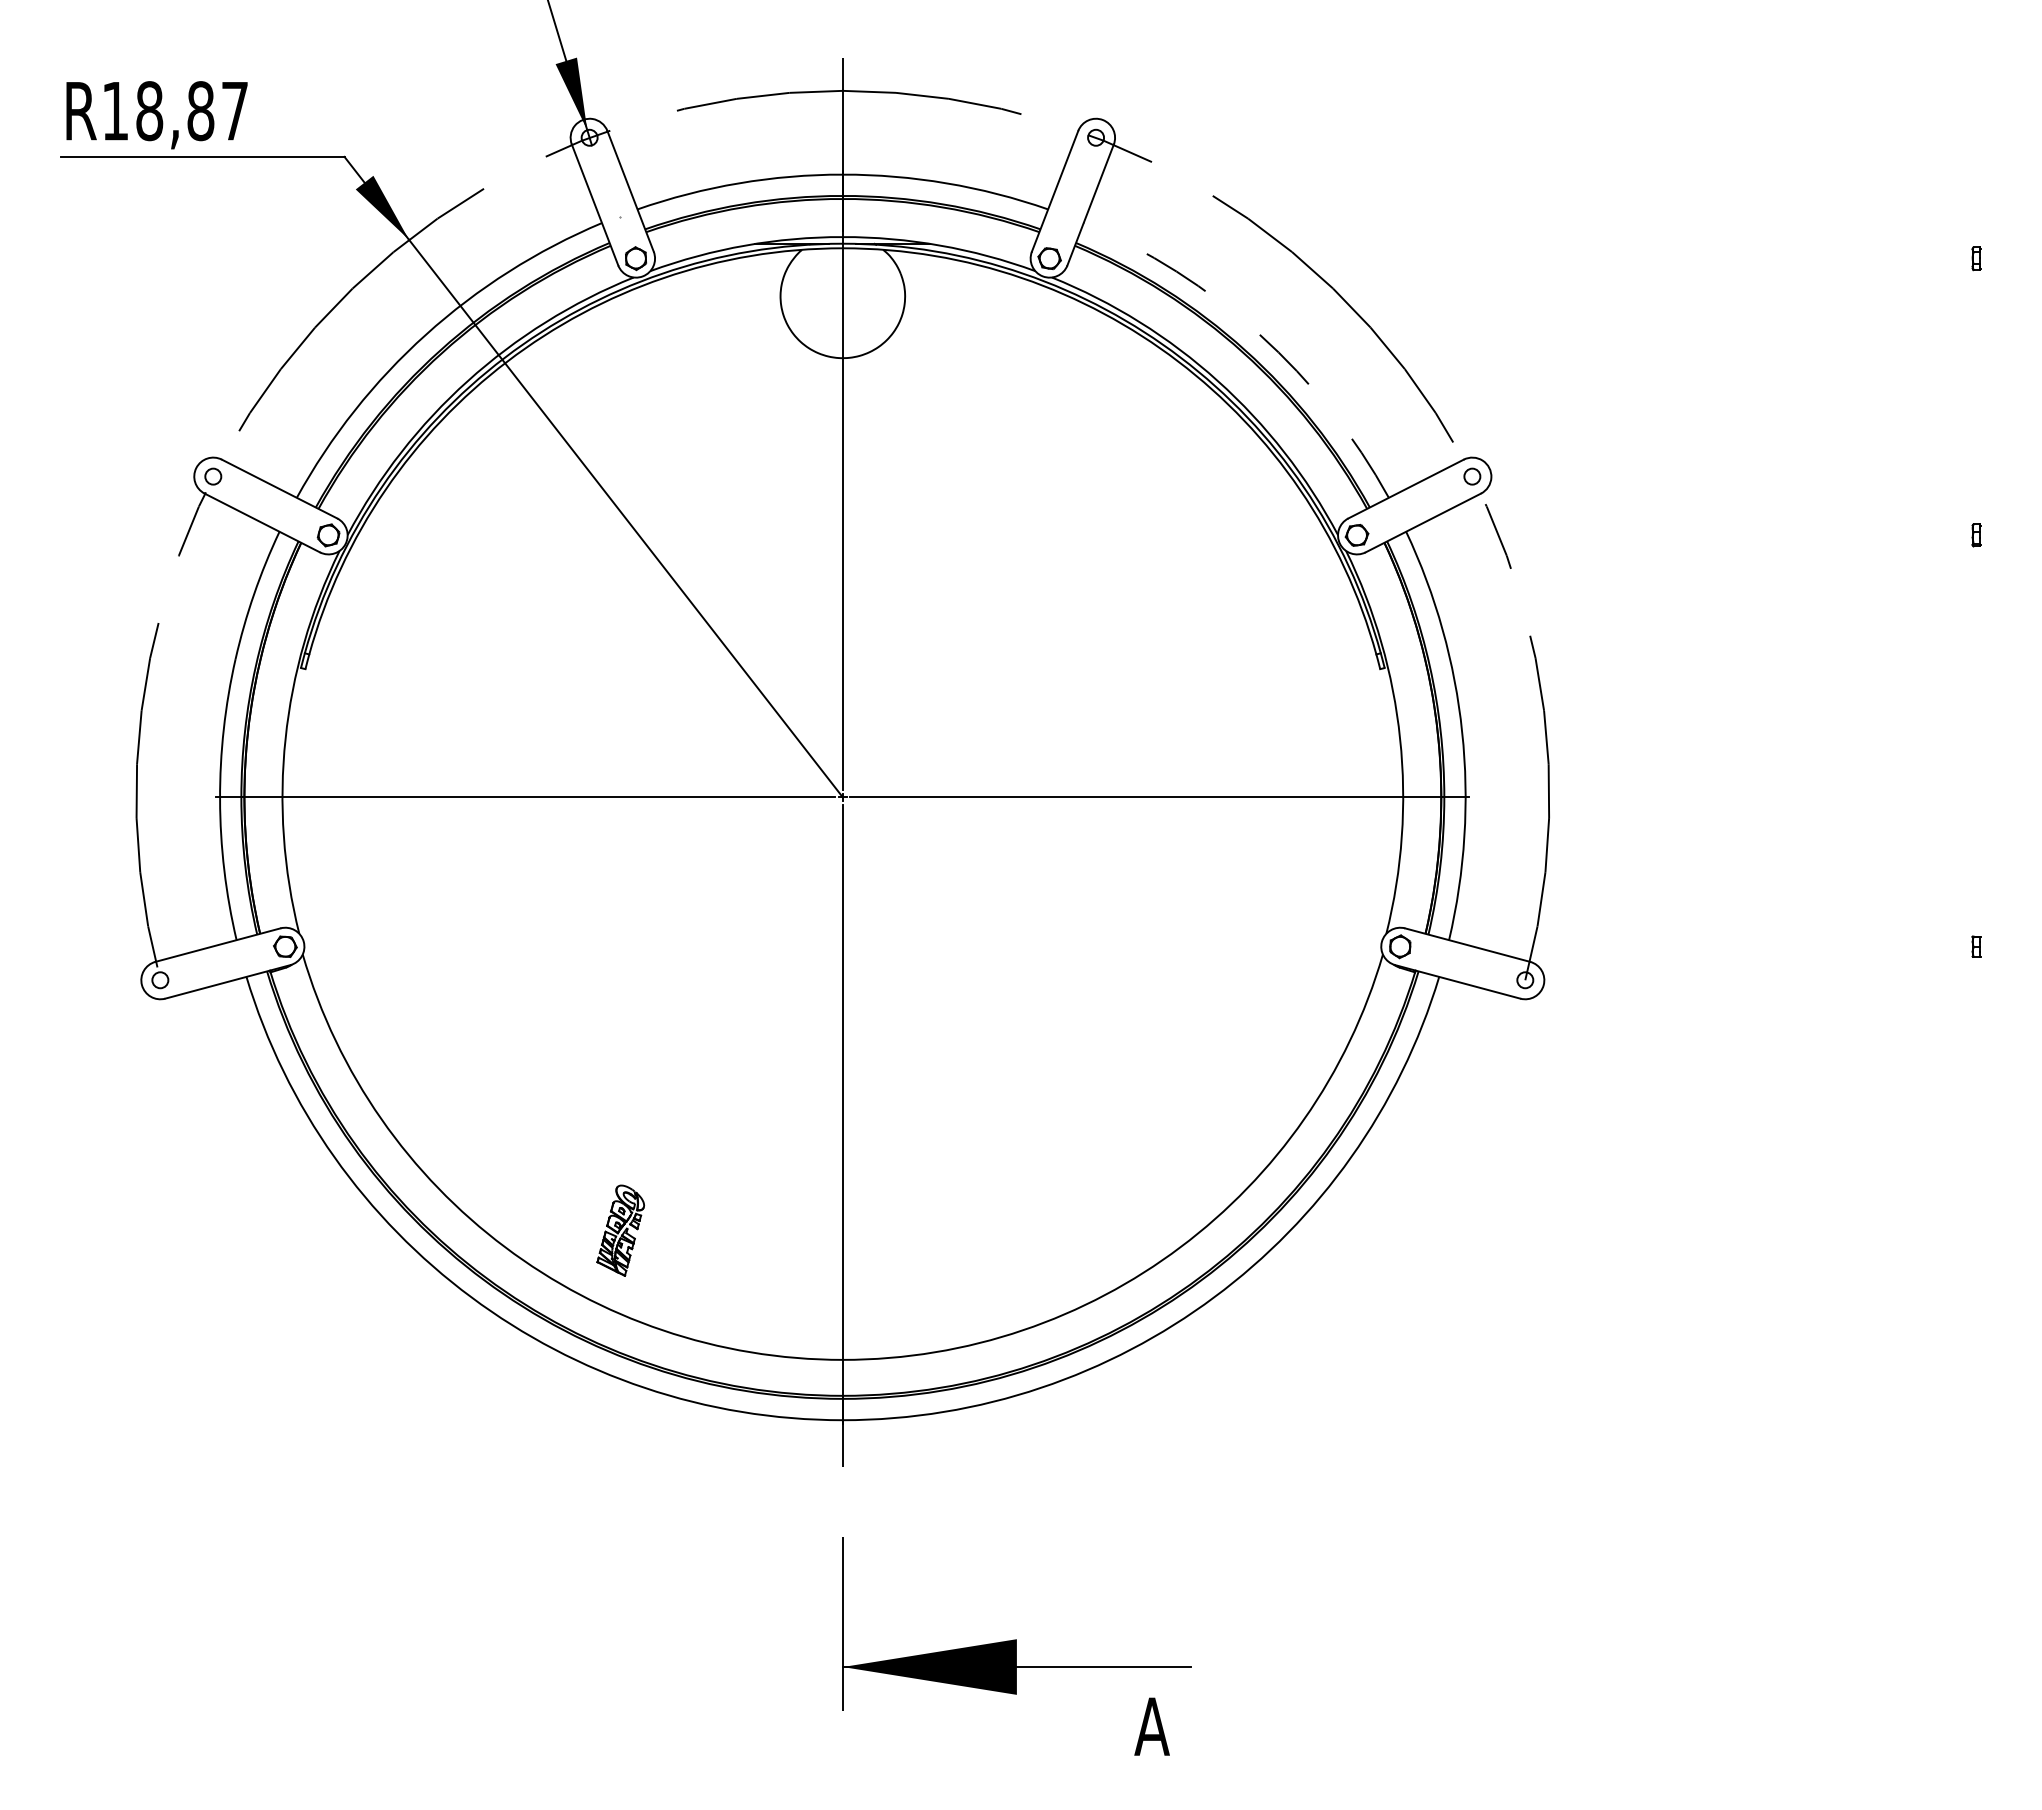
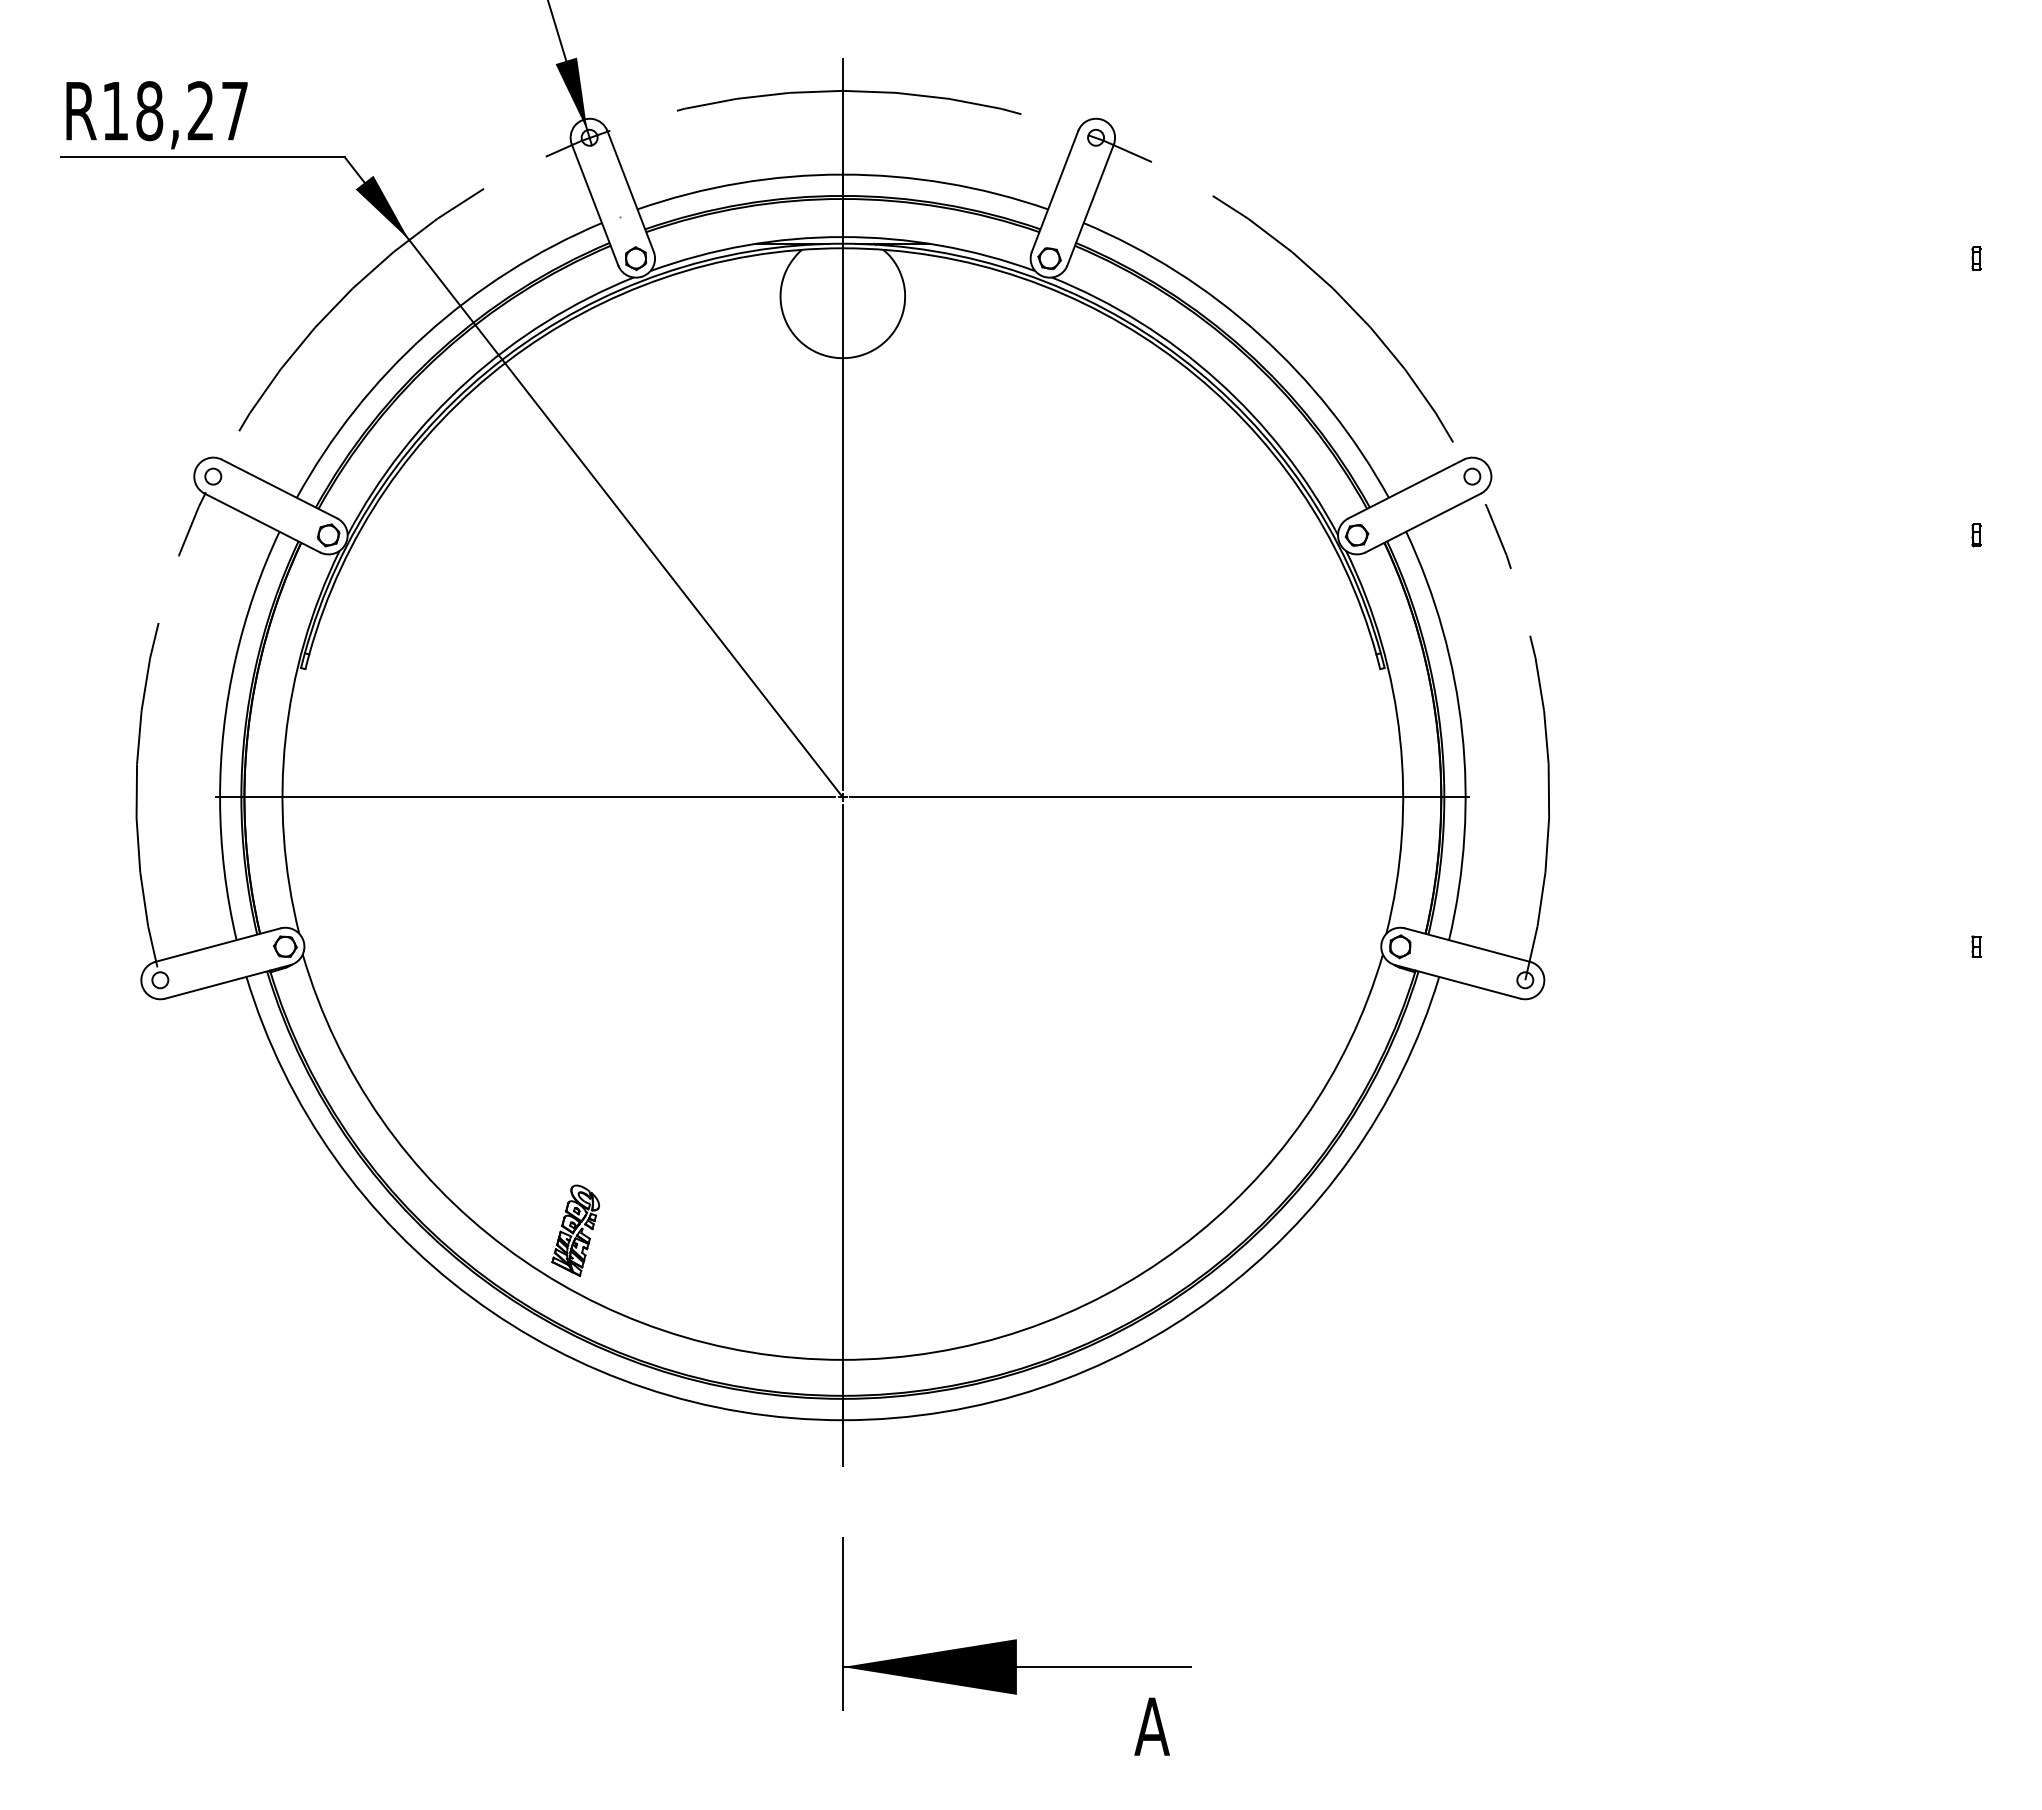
text at (200, 111): R18,87 -> R18,27
arc at (1259, 334): dashed -> solid
part at (620, 1230) position: (620, 1230) -> (575, 1230)
